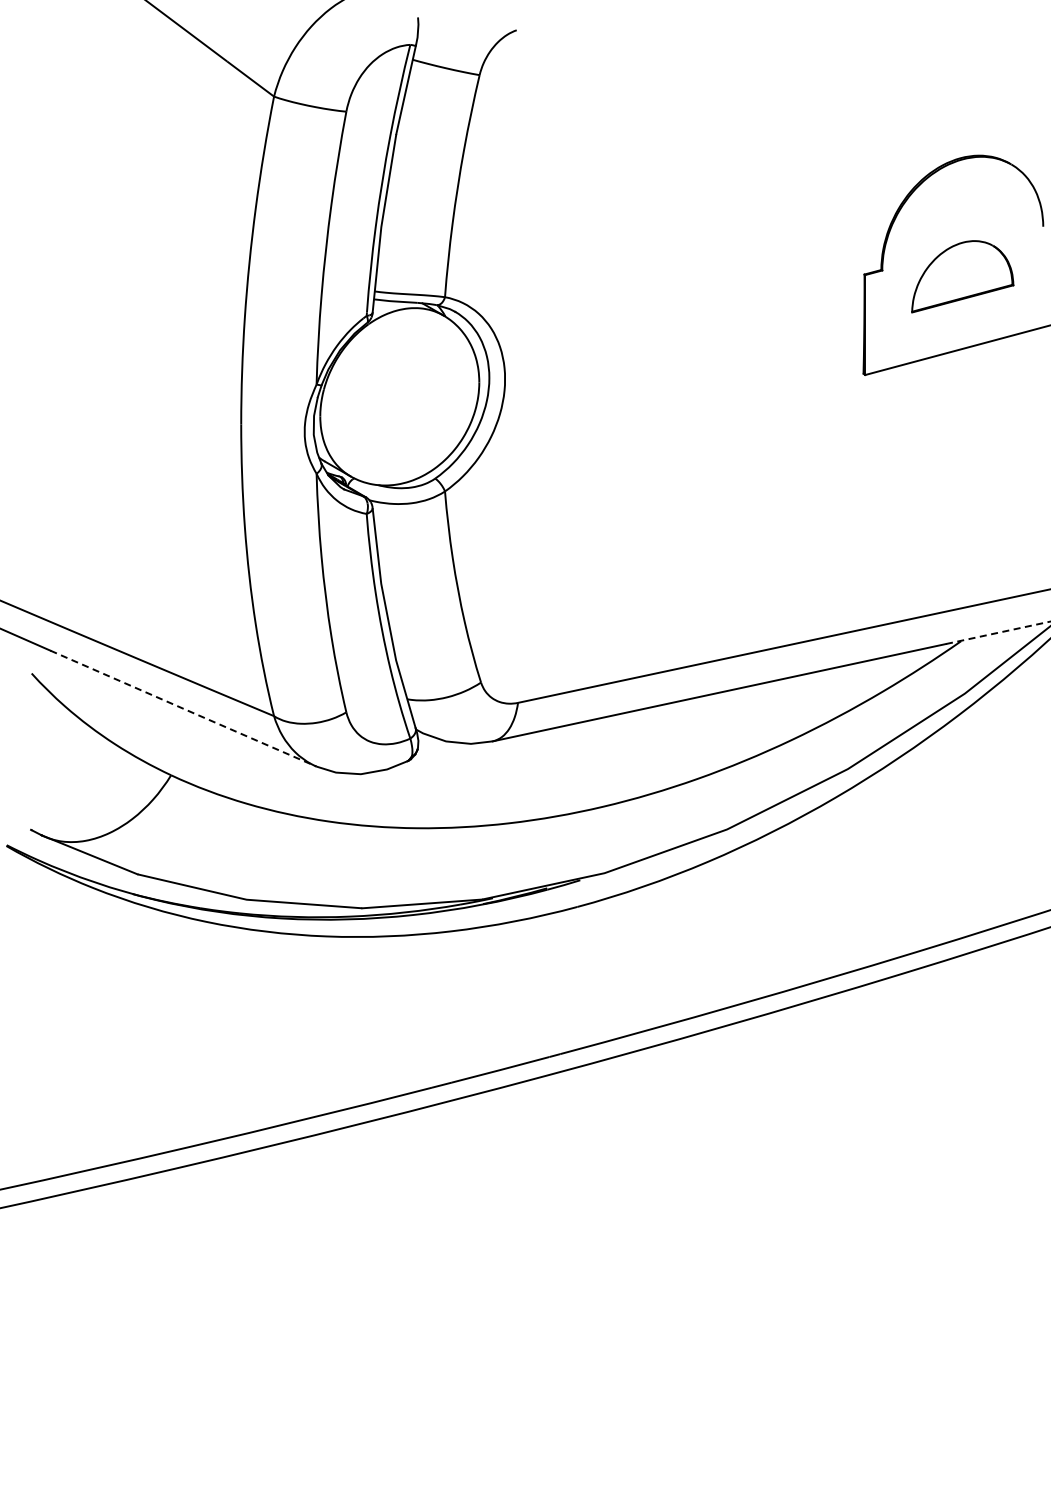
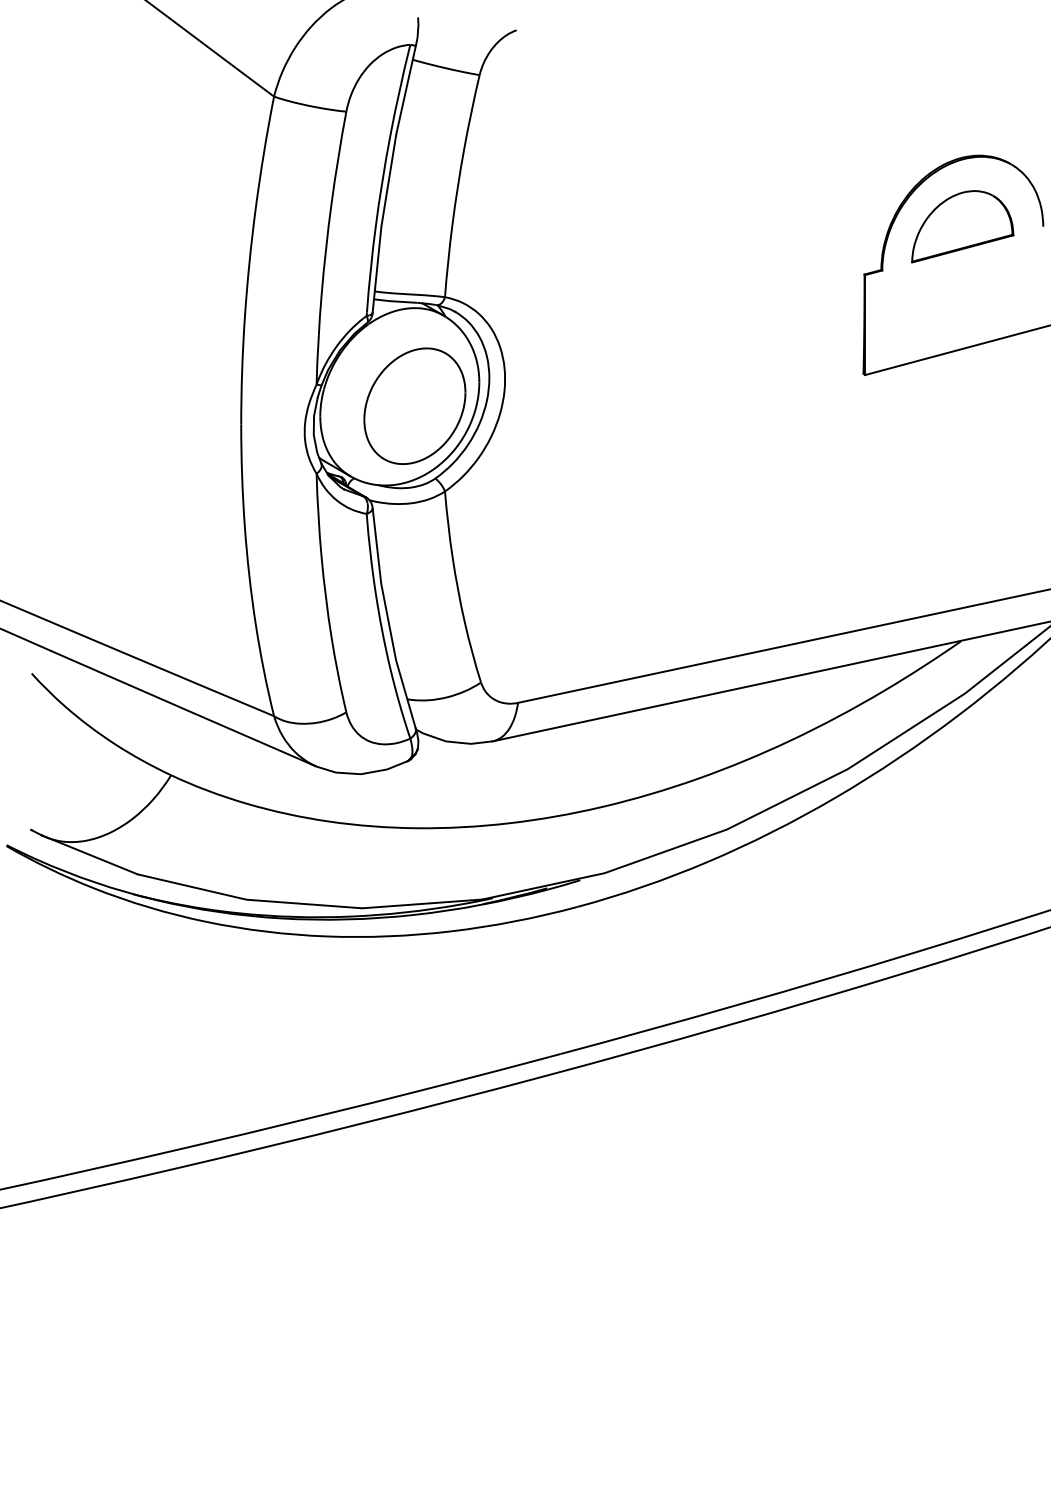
part at (962, 276) position: (962, 276) -> (962, 226)
part at (414, 405): none -> present
line at (998, 632): dashed -> solid
line at (184, 709): dashed -> solid
